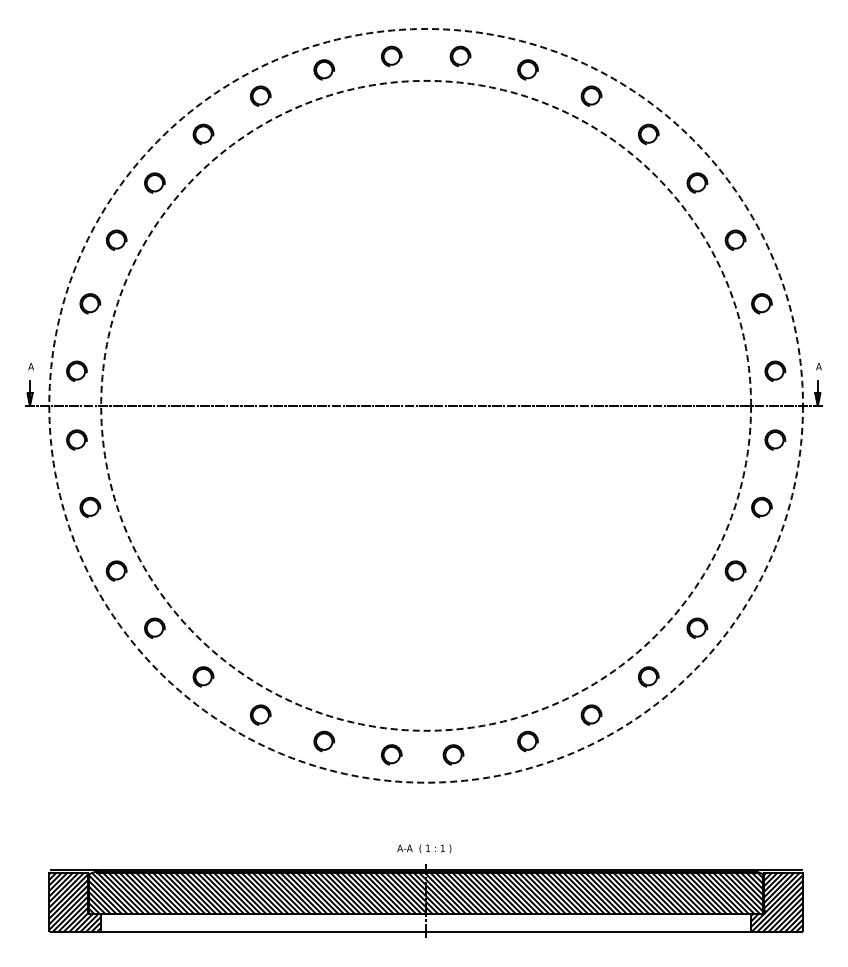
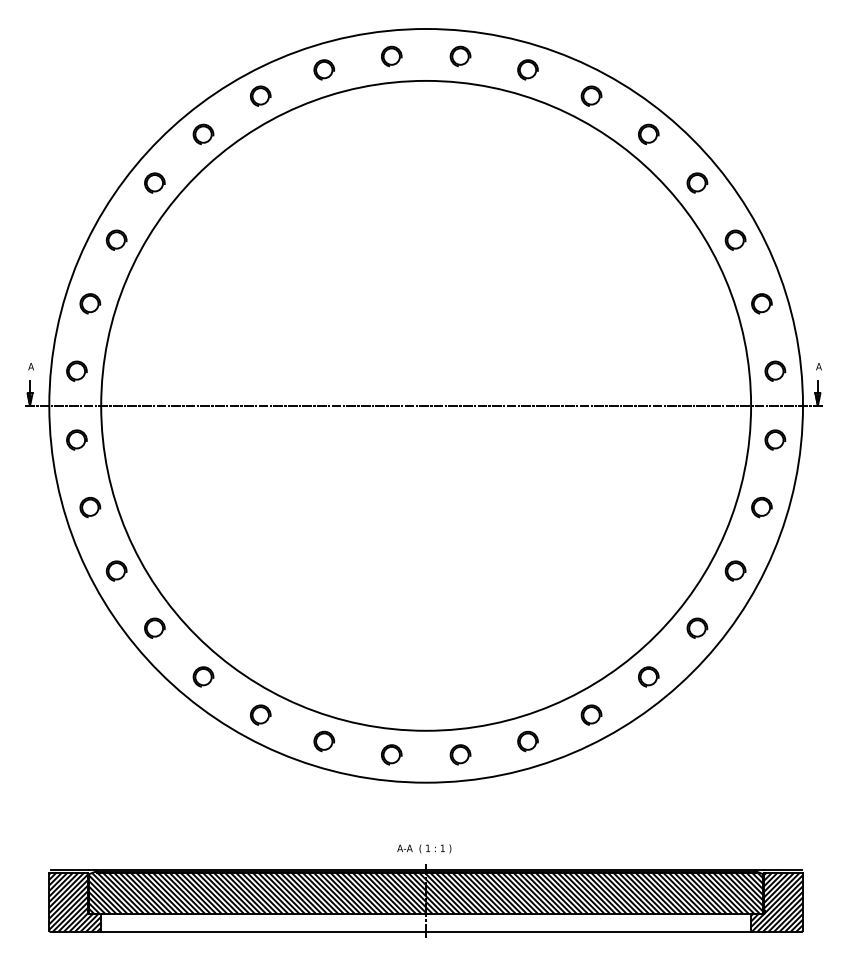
circle at (426, 405): dashed -> solid
circle at (426, 405): dashed -> solid
part at (453, 754) position: (453, 754) -> (460, 754)
